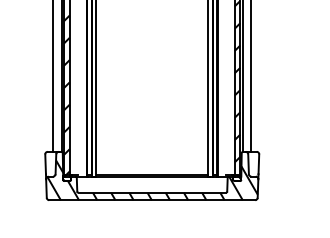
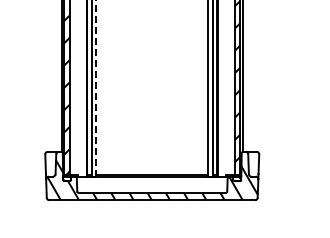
line at (53, 76): present -> none
line at (251, 76): present -> none
line at (96, 88): solid -> dashed
